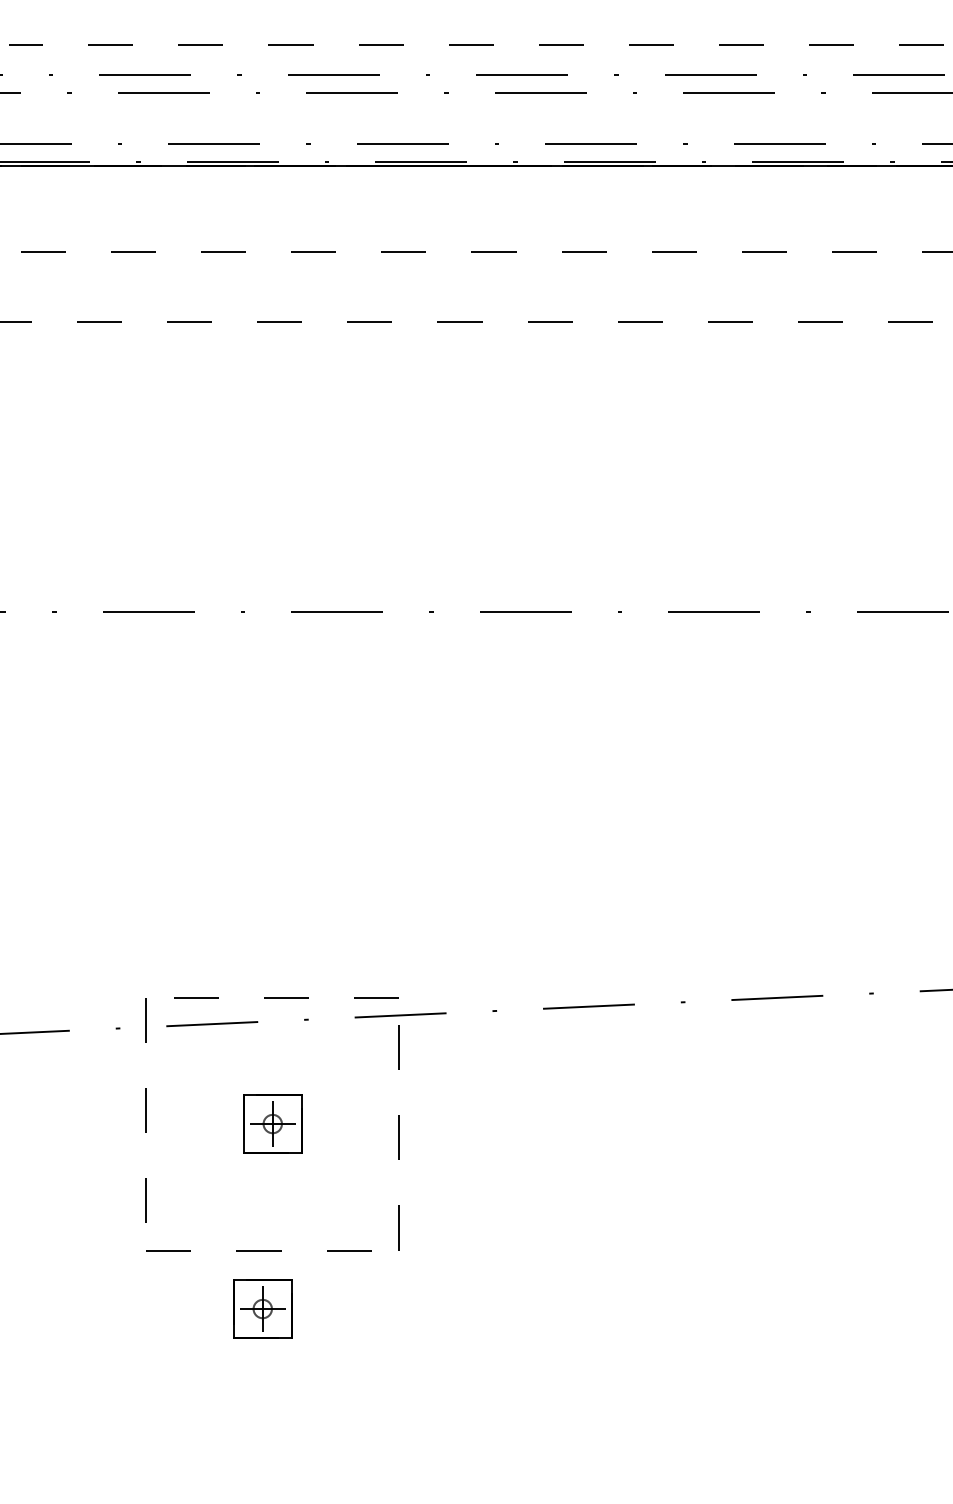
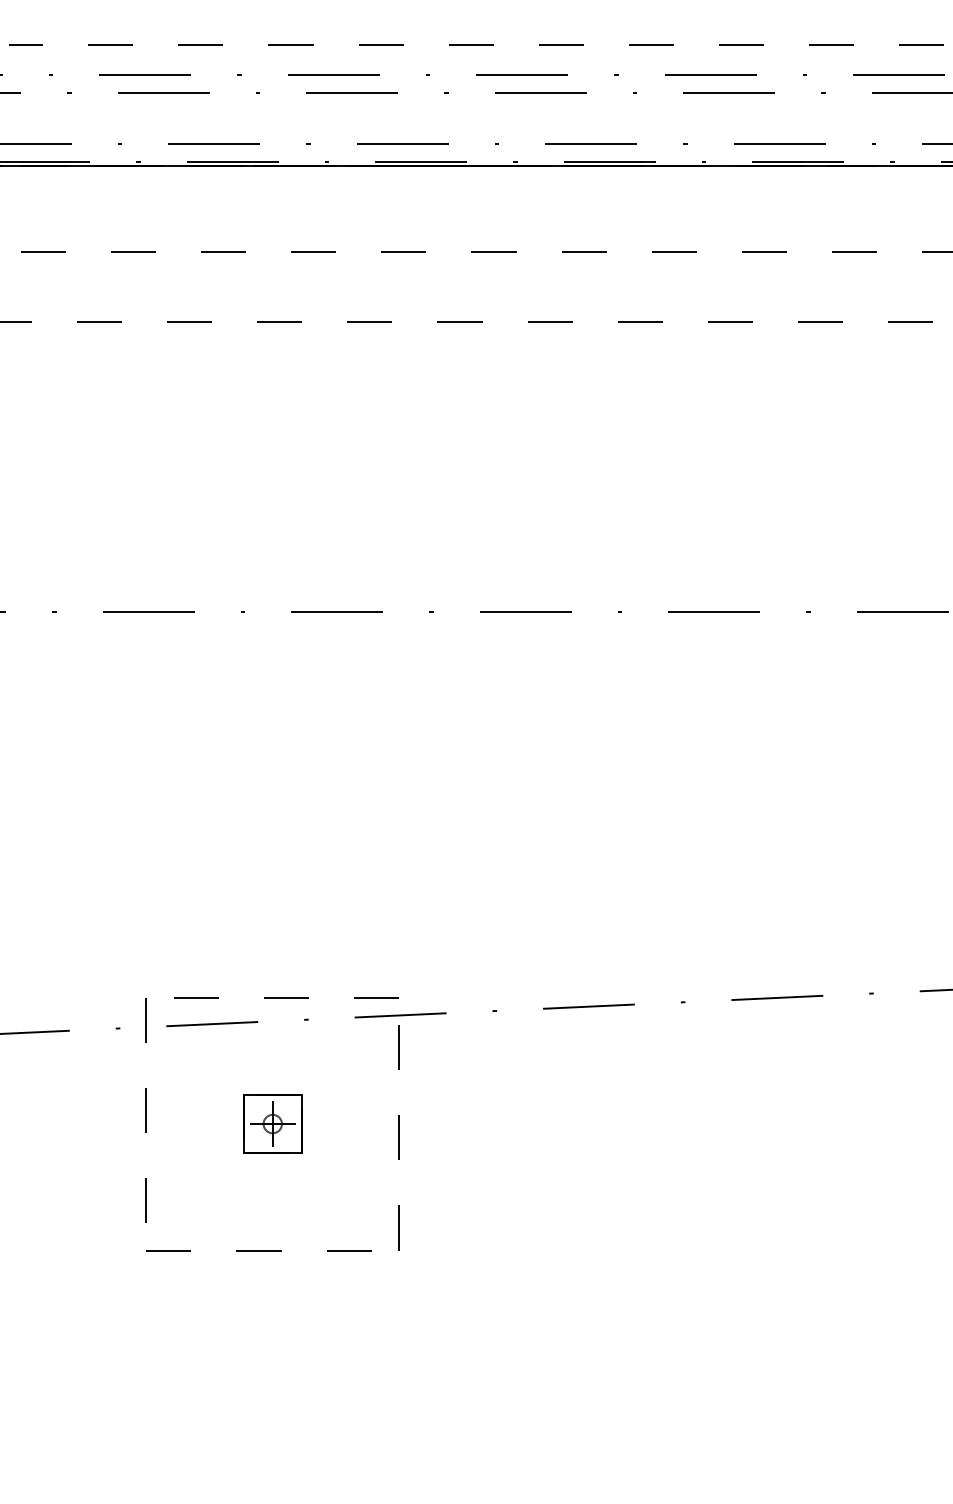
part at (262, 1308): present -> none
